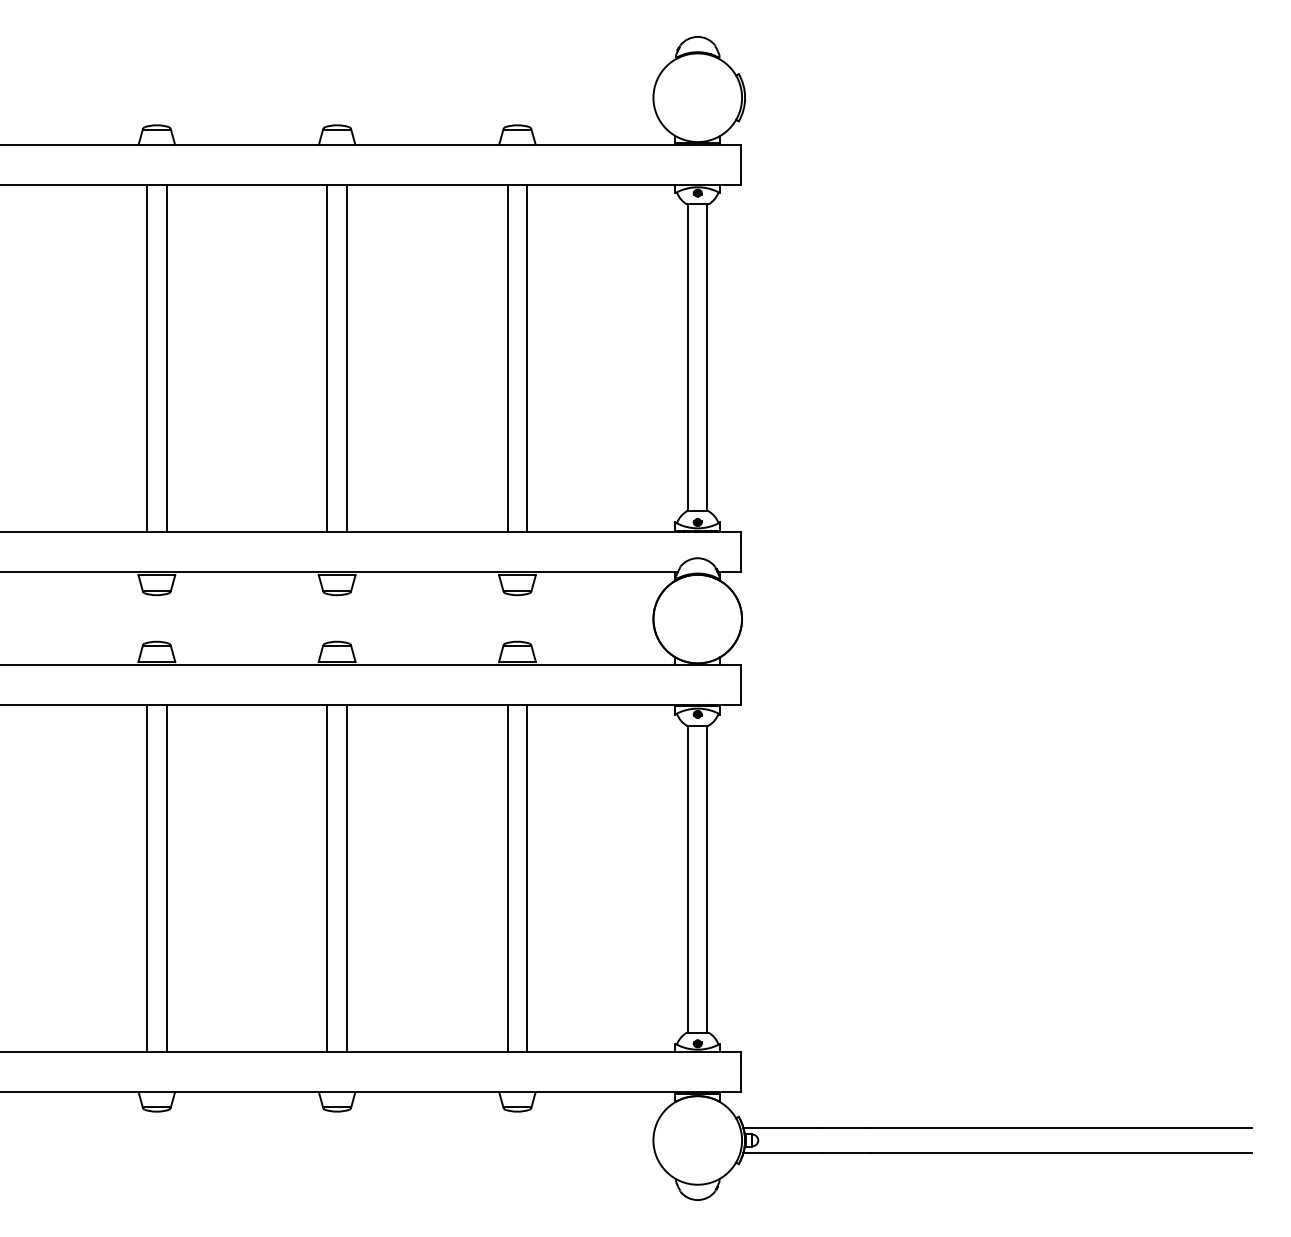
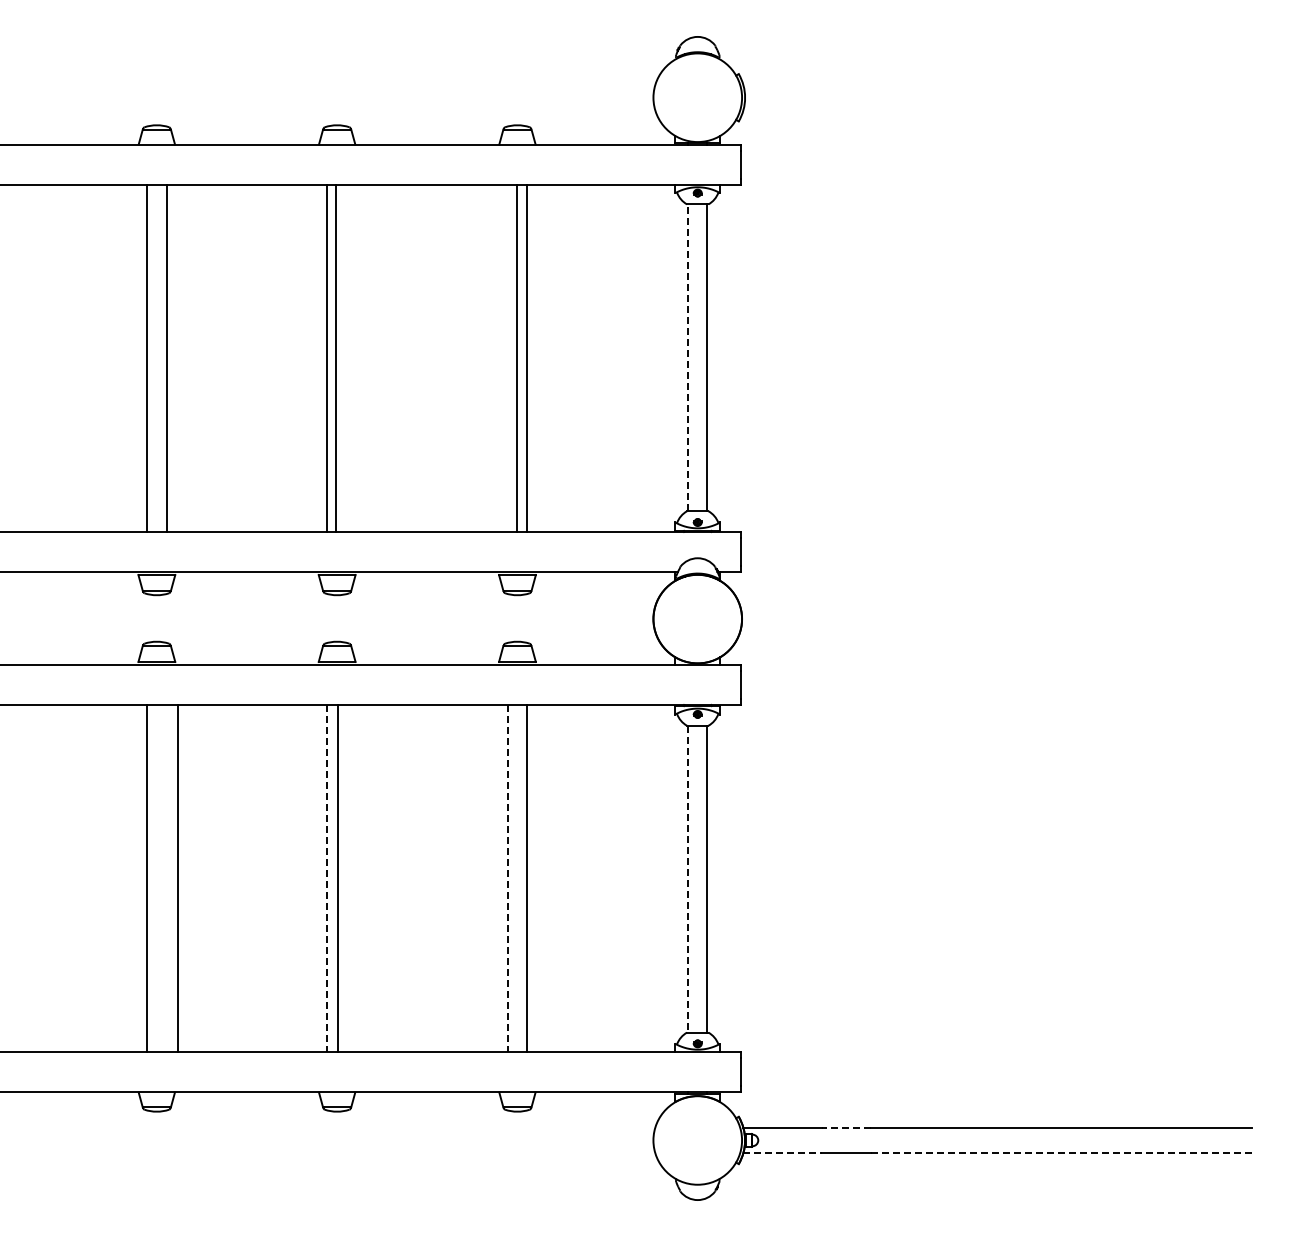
line at (688, 357): solid -> dashed
line at (346, 358) position: (346, 358) -> (335, 358)
line at (507, 358) position: (507, 358) -> (516, 358)
line at (166, 878) position: (166, 878) -> (177, 878)
line at (327, 878): solid -> dashed
line at (346, 878) position: (346, 878) -> (337, 878)
line at (507, 878): solid -> dashed
line at (688, 879): solid -> dashed
line at (846, 1127): solid -> dashed
line at (783, 1153): solid -> dashed
line at (1061, 1153): solid -> dashed
